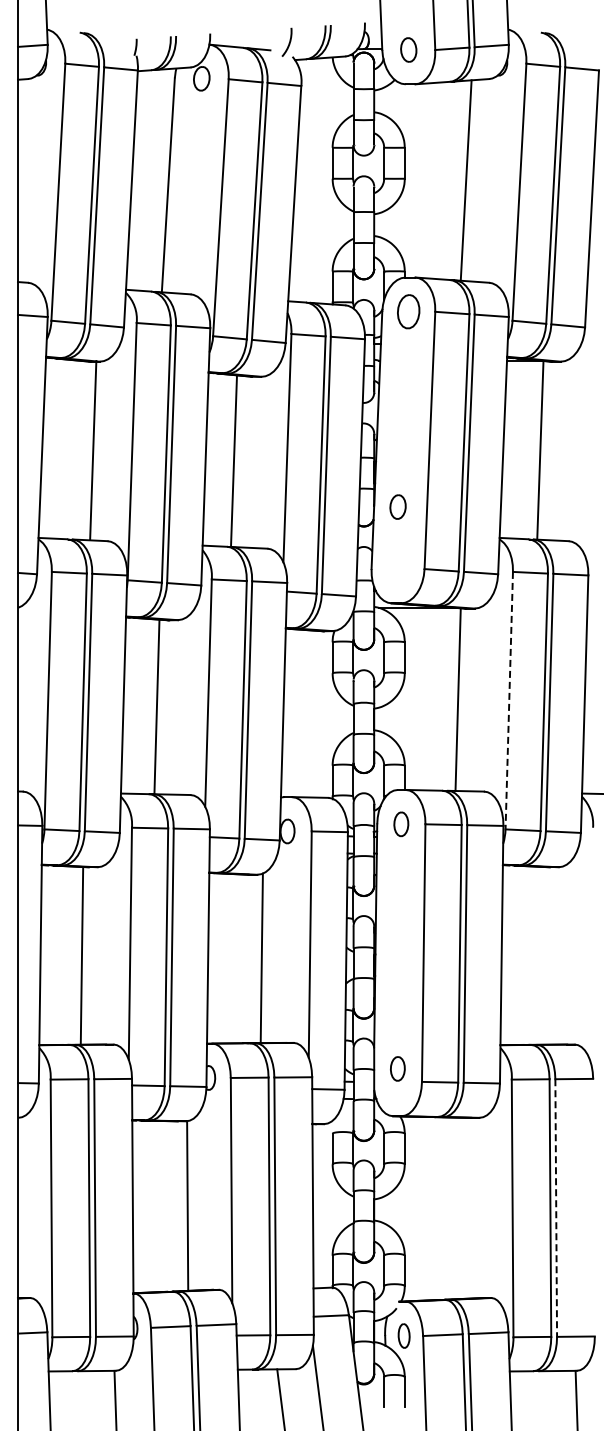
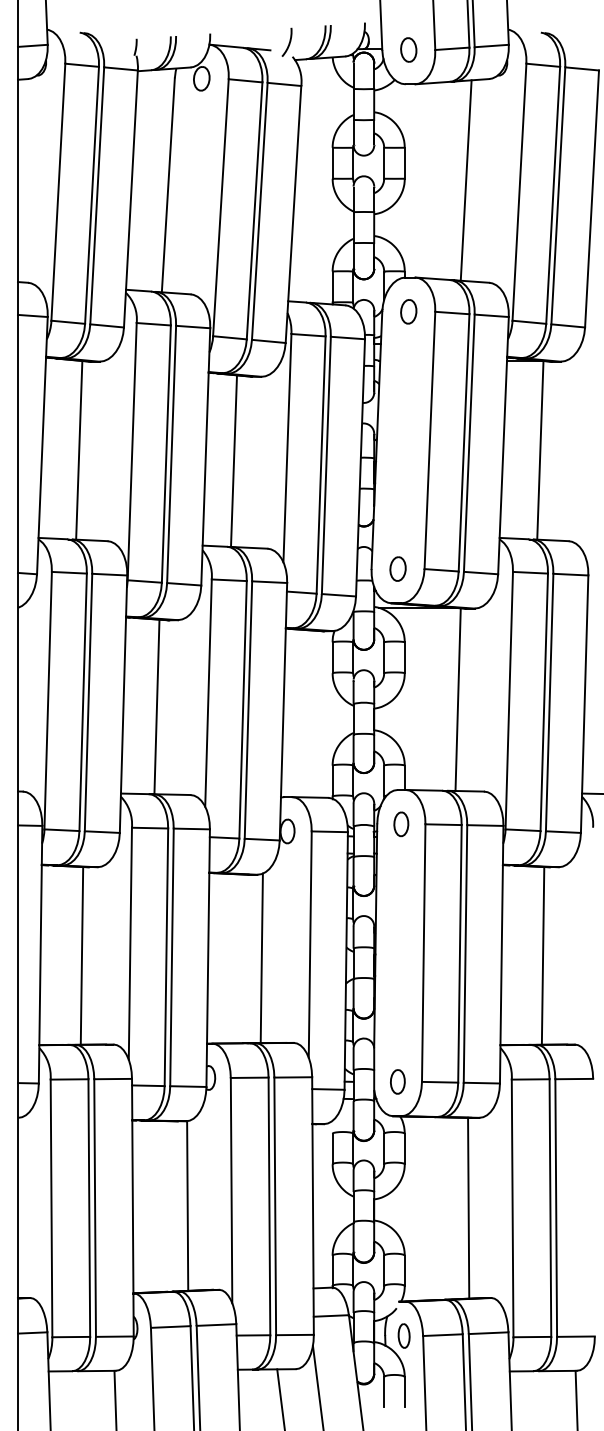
part at (408, 311) size: 24x36 px -> 18x26 px
line at (93, 449) position: (93, 449) -> (79, 449)
part at (397, 506) position: (397, 506) -> (397, 568)
line at (509, 700): dashed -> solid
line at (542, 955): none -> present
part at (397, 1068) position: (397, 1068) -> (397, 1081)
line at (468, 1207): none -> present
line at (556, 1208): dashed -> solid
